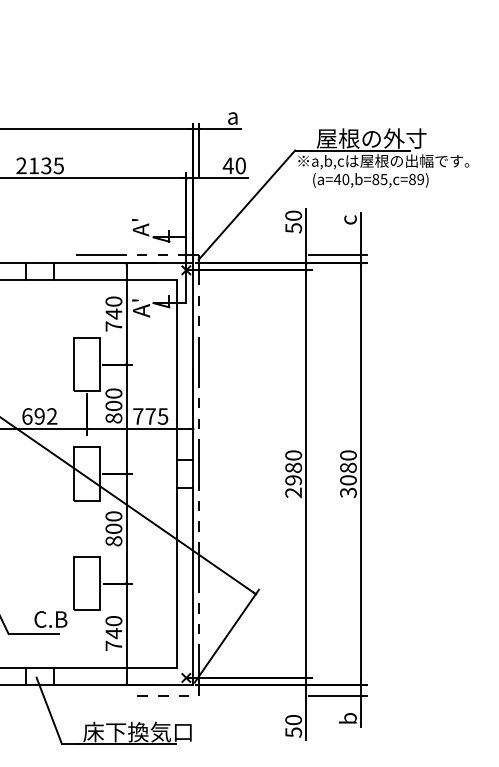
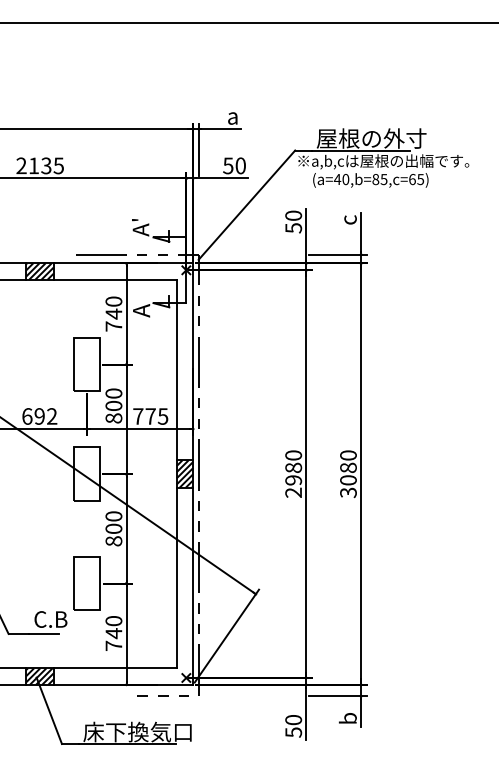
line at (248, 23): none -> present
text at (227, 165): 40 -> 50
text at (416, 178): (a=40,b=85,c=89) -> (a=40,b=85,c=65)
hatch at (39, 271): none -> present
text at (135, 300): A' -> A
hatch at (184, 473): none -> present
hatch at (39, 676): none -> present
